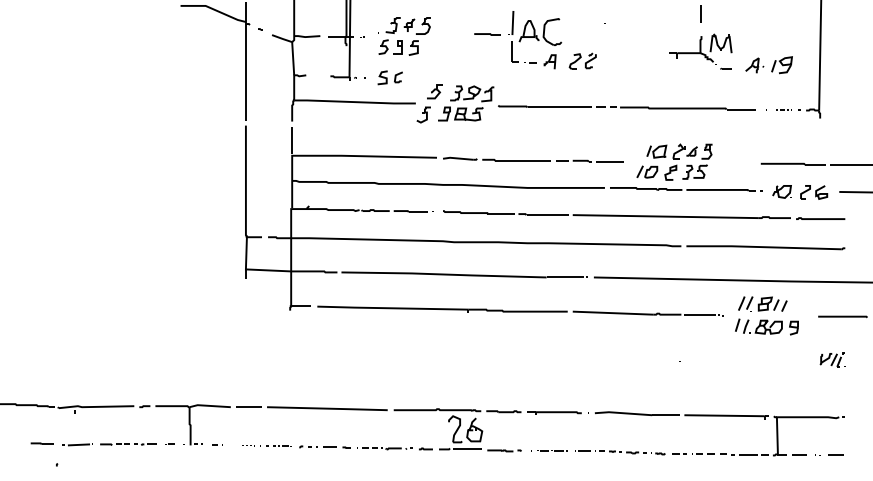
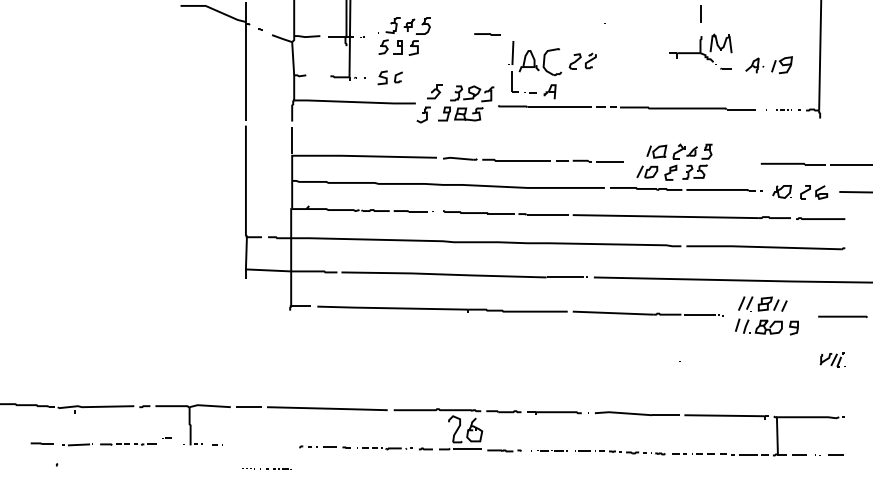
part at (535, 40) position: (535, 40) -> (535, 70)
part at (169, 443) position: (169, 443) -> (166, 437)
part at (266, 445) position: (266, 445) -> (266, 468)
